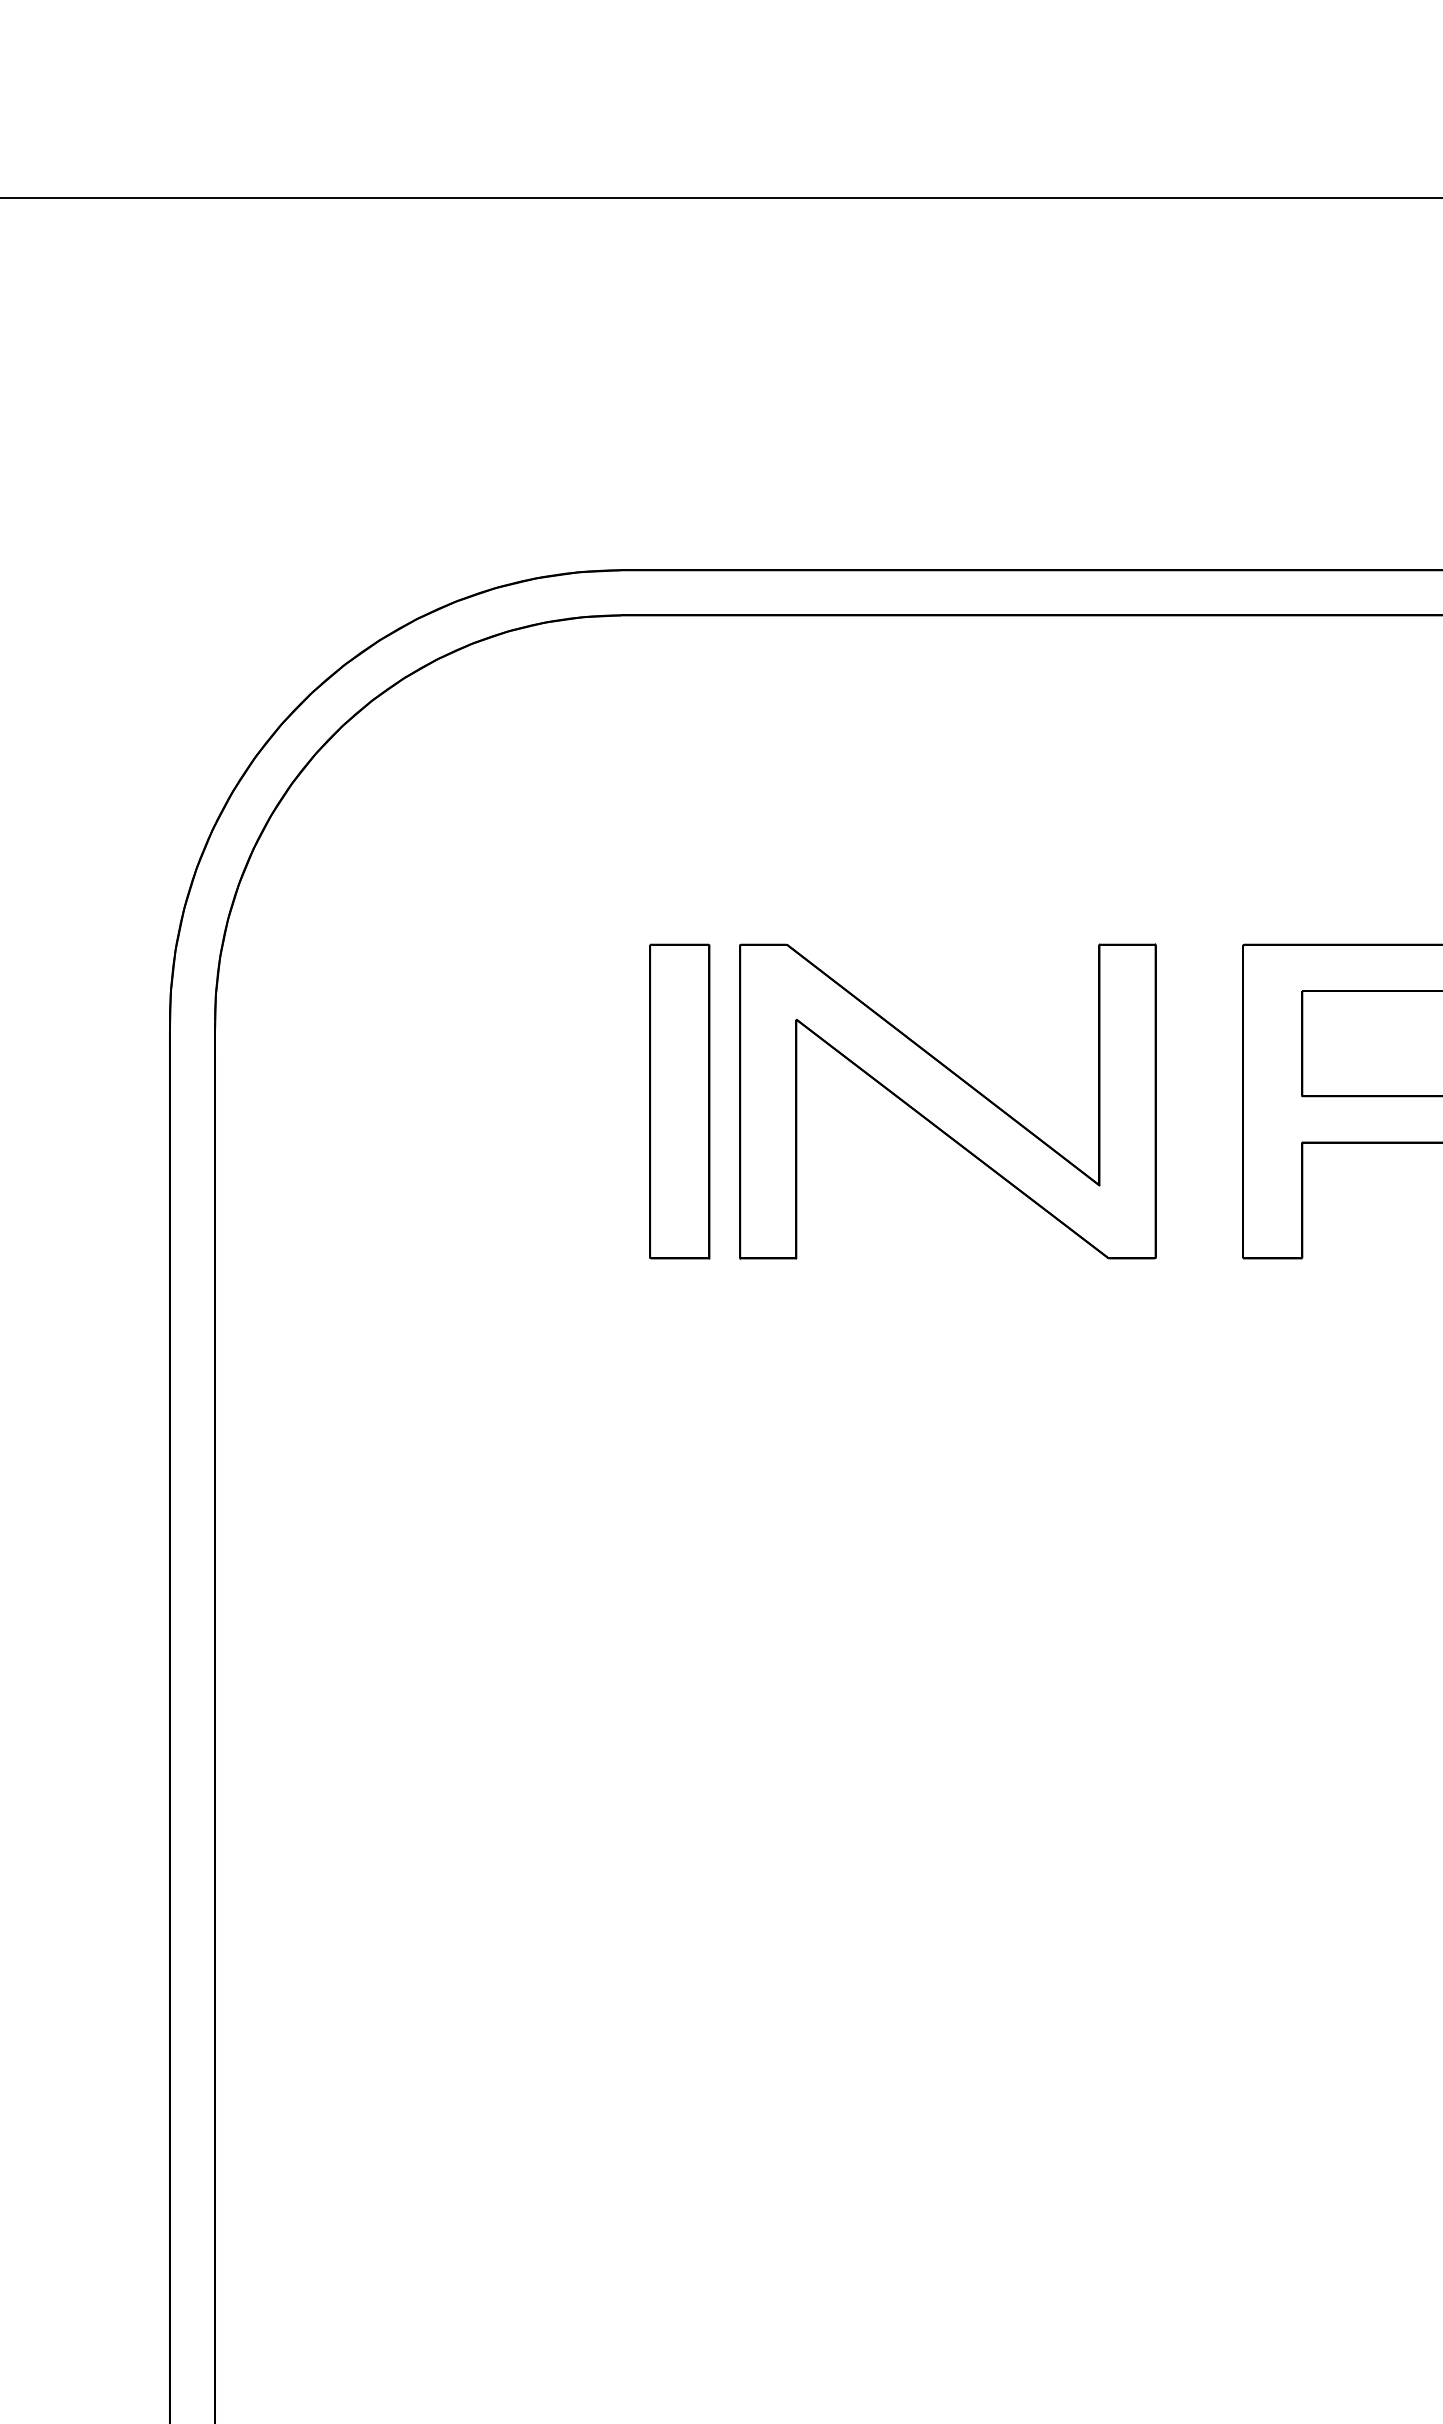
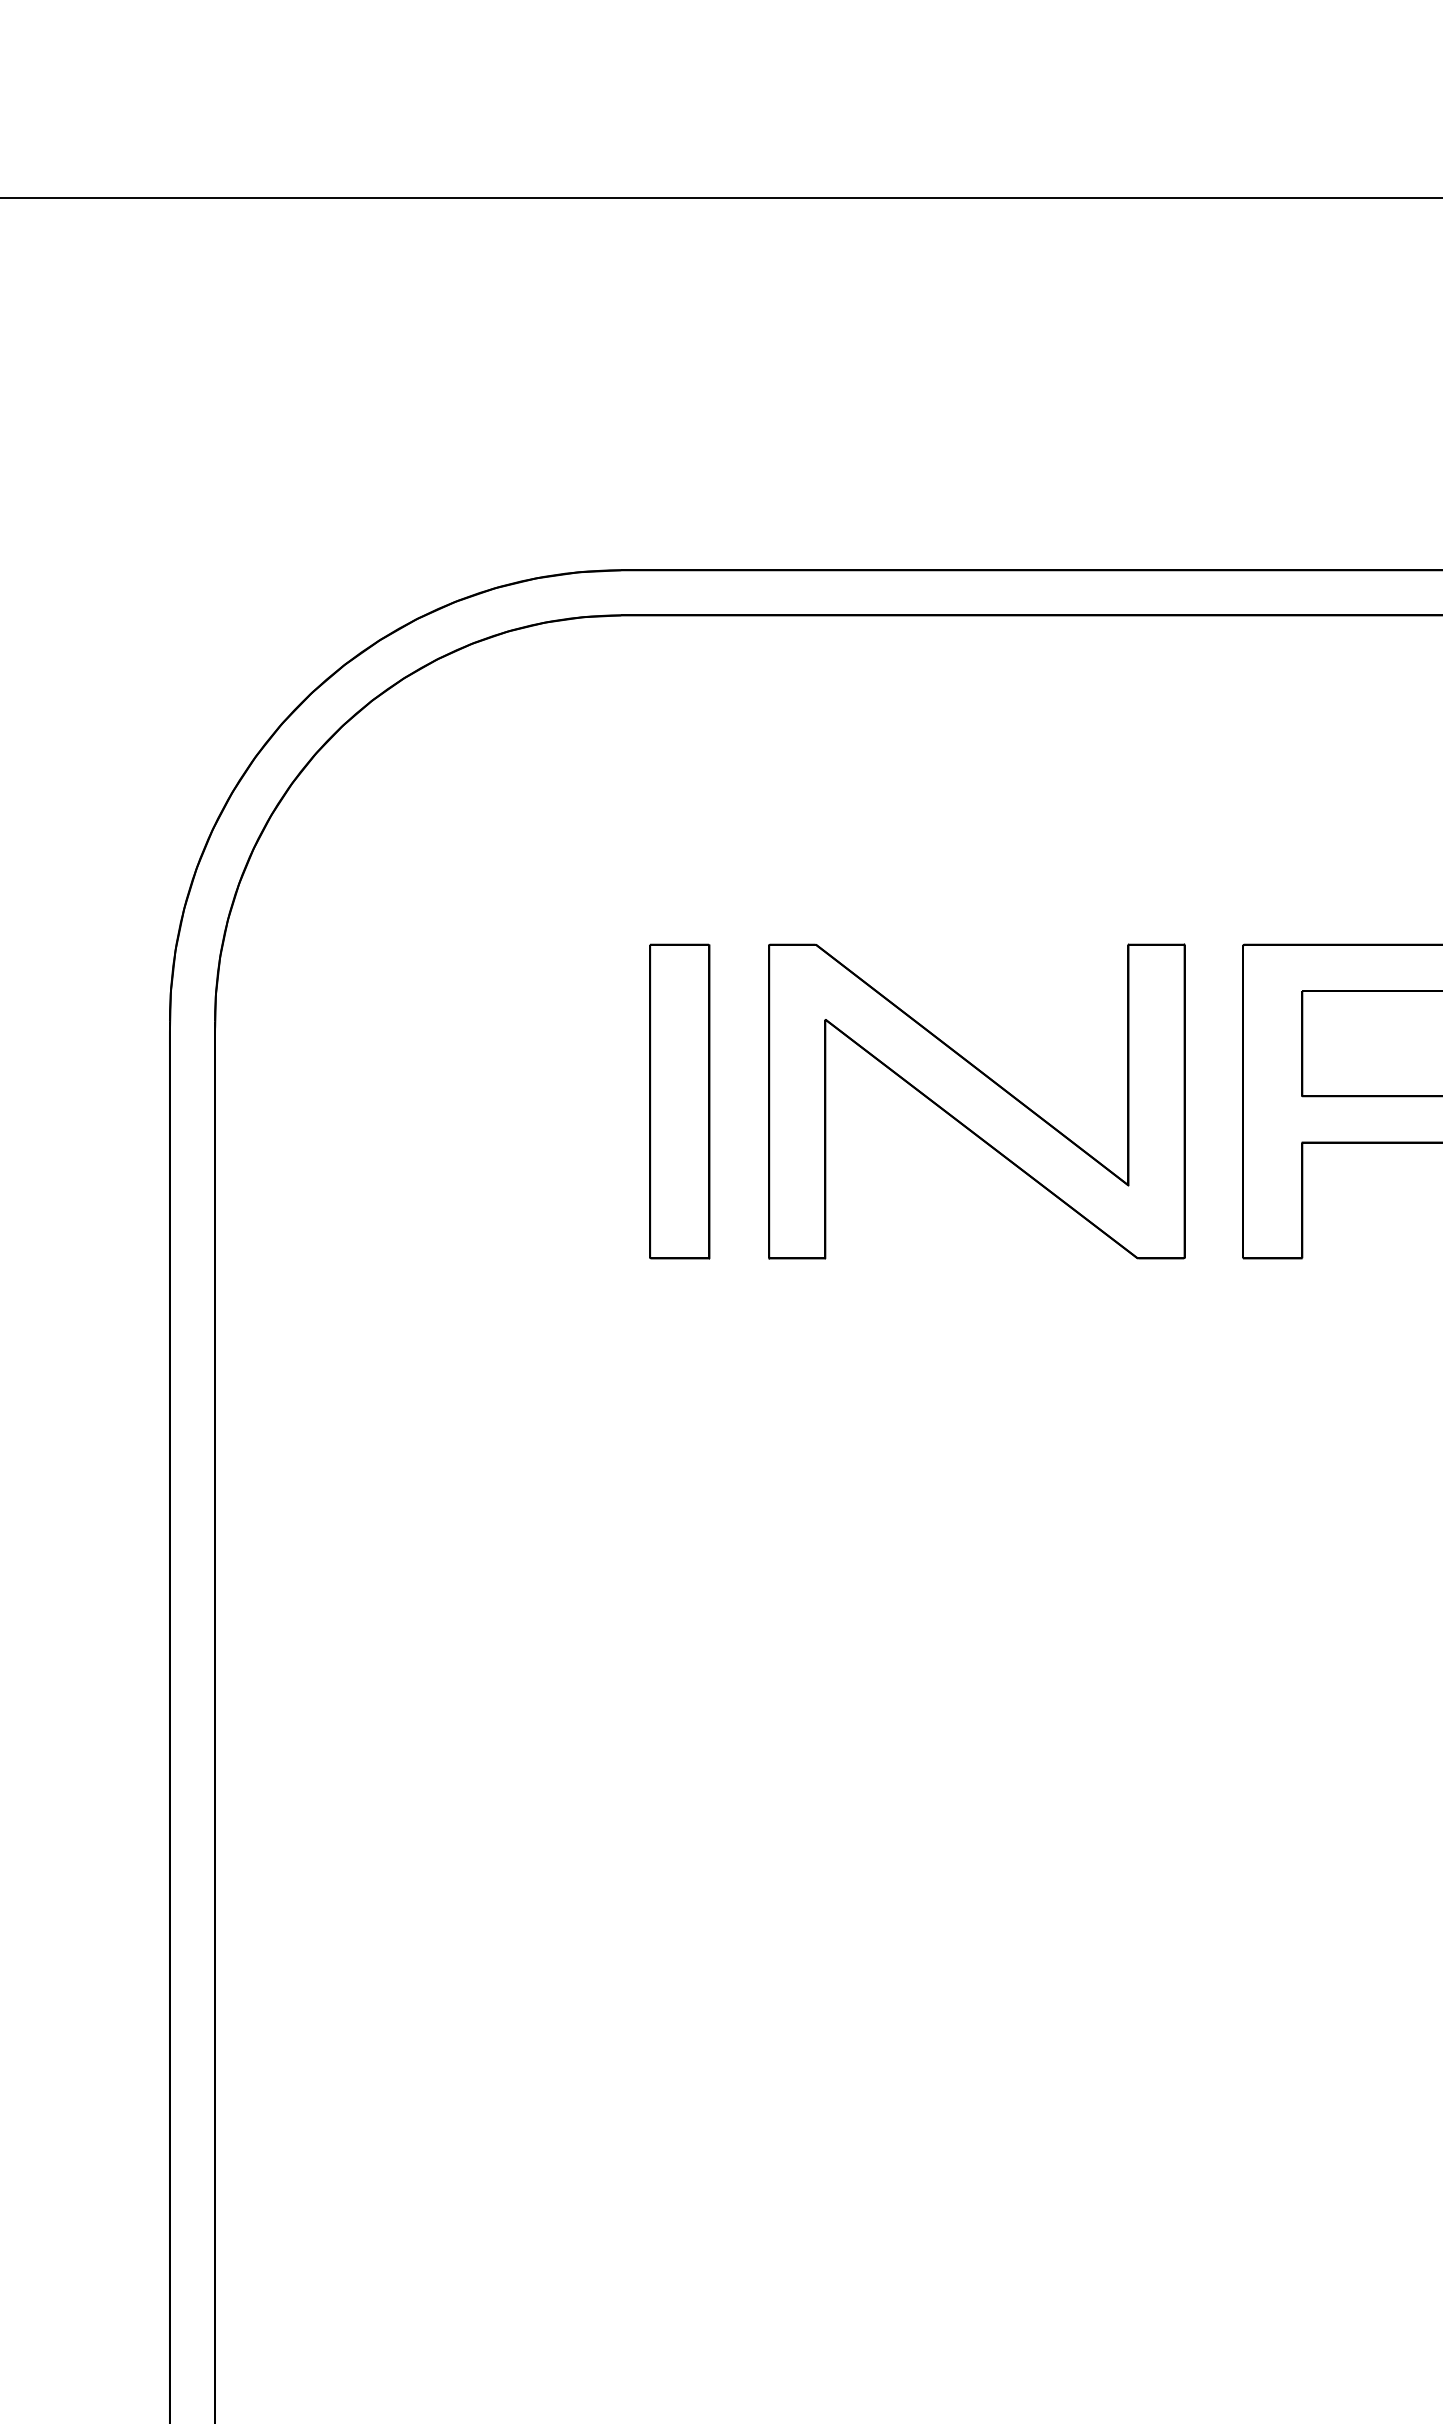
part at (947, 1101) position: (947, 1101) -> (976, 1101)
